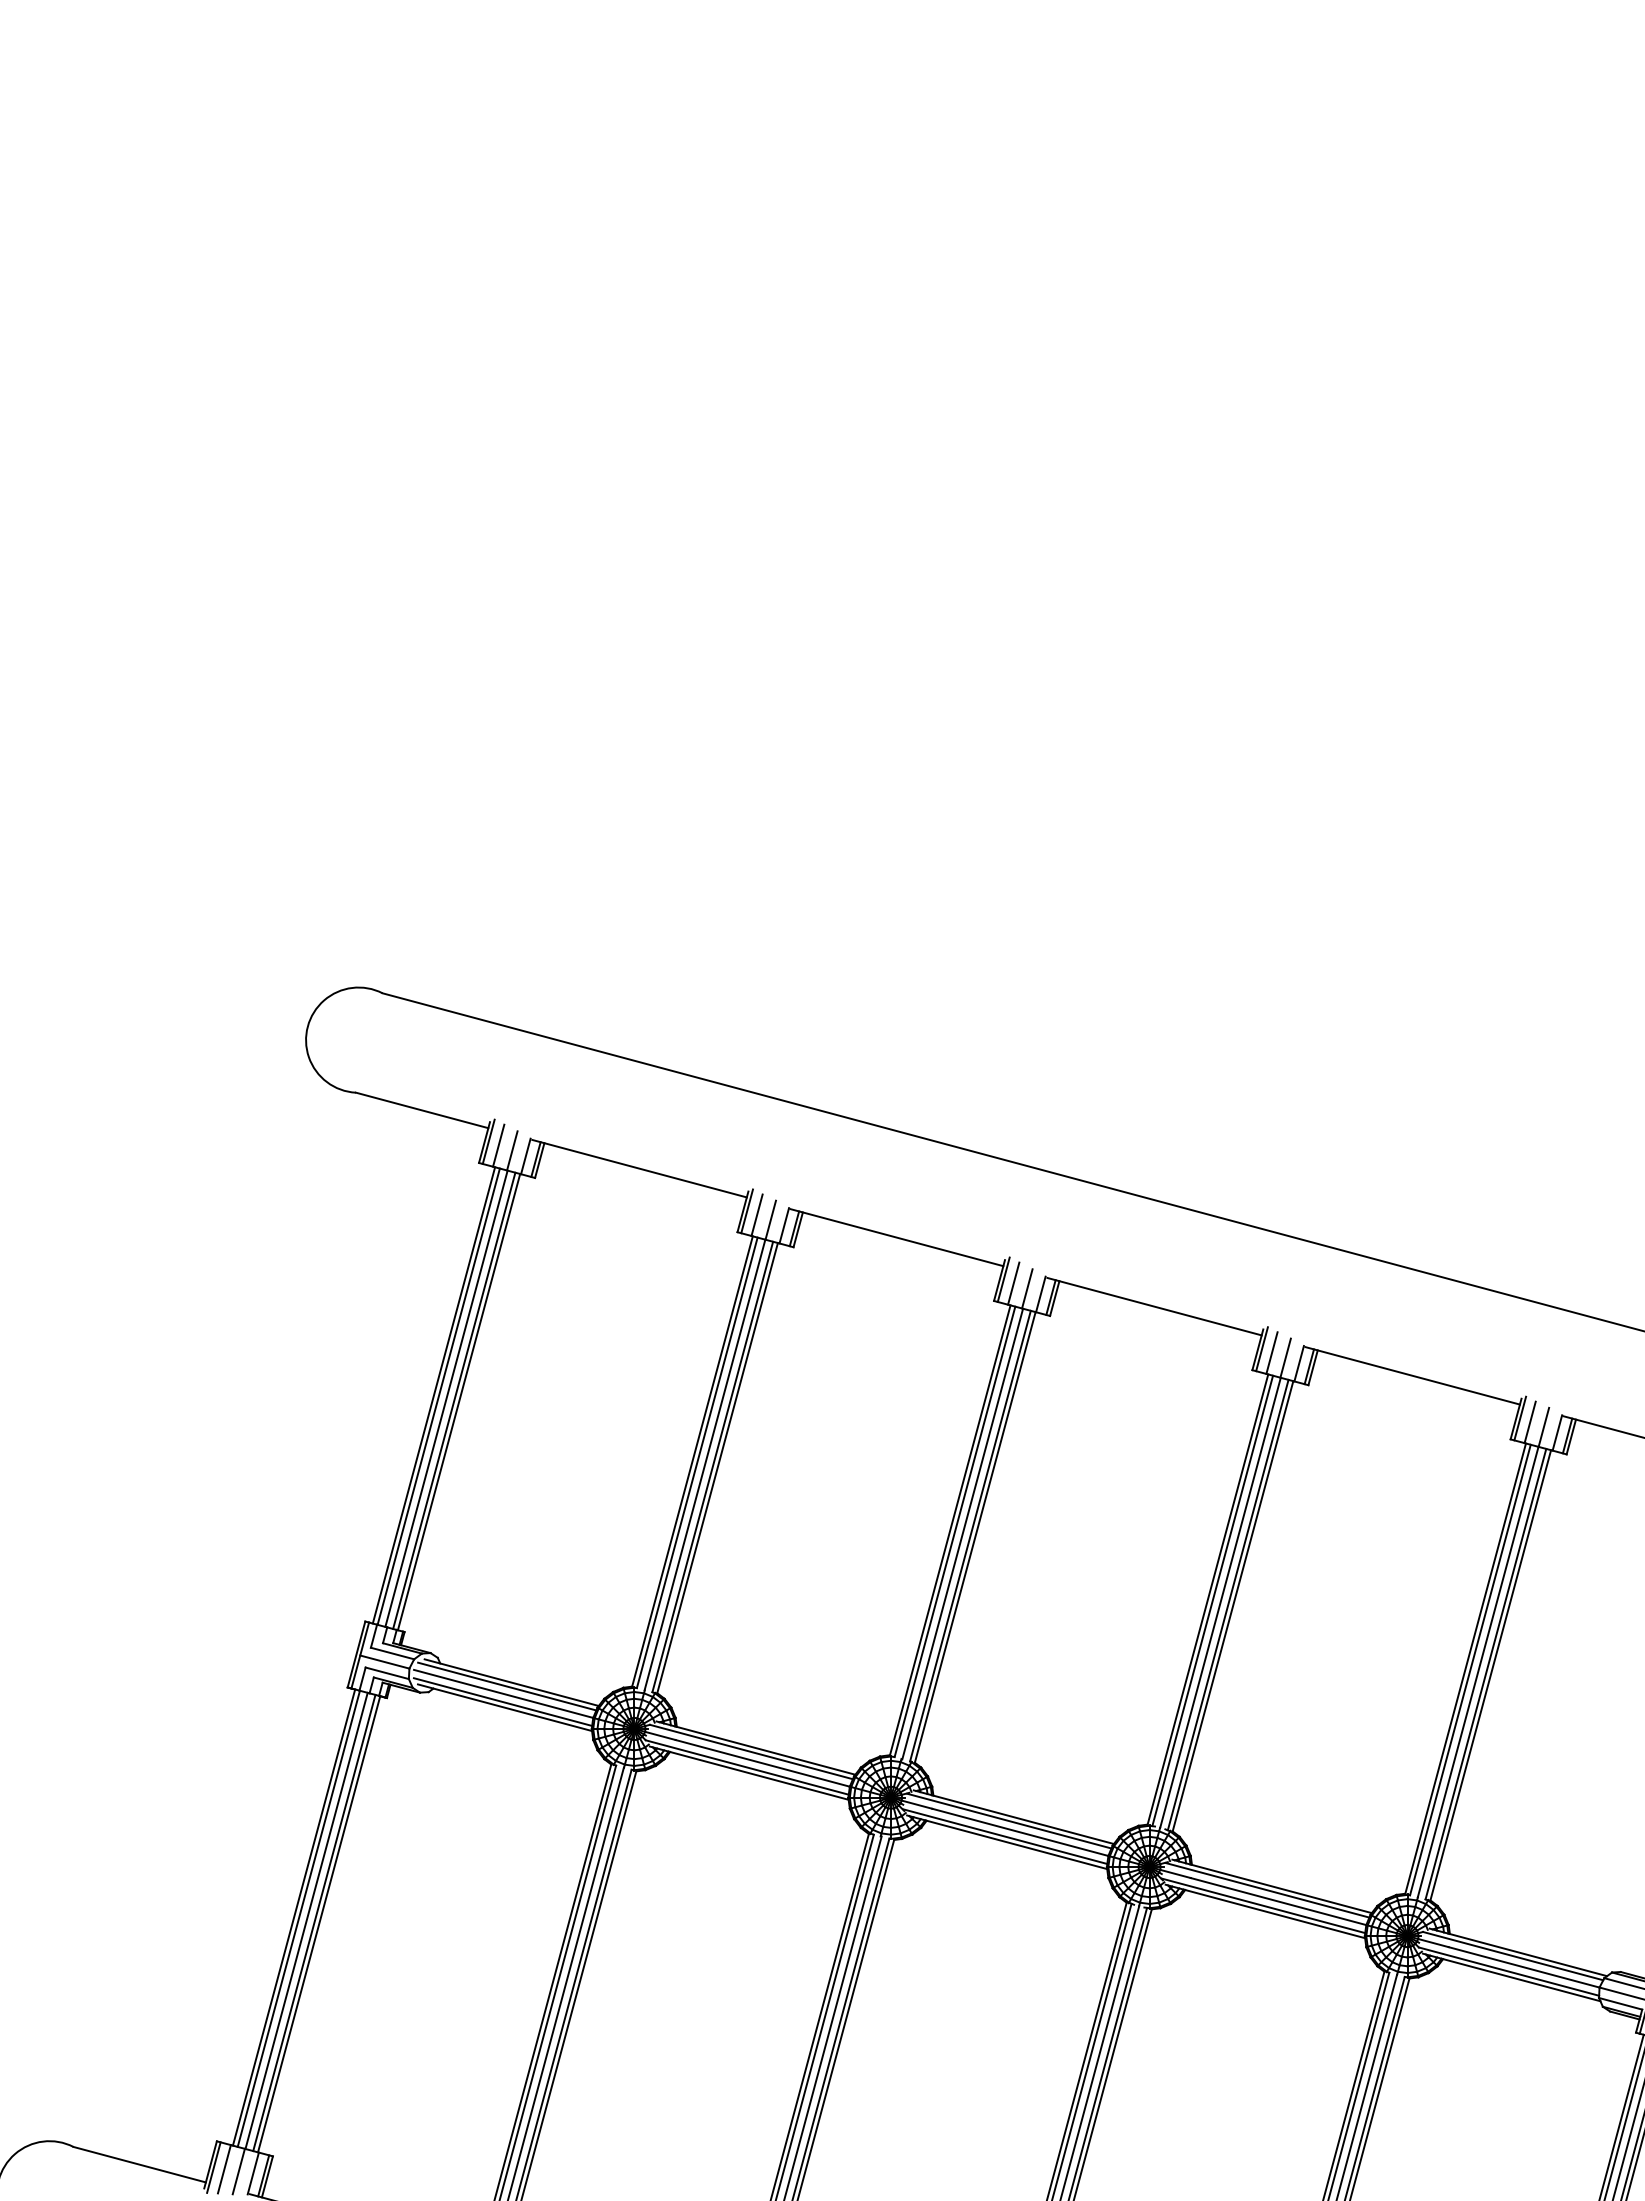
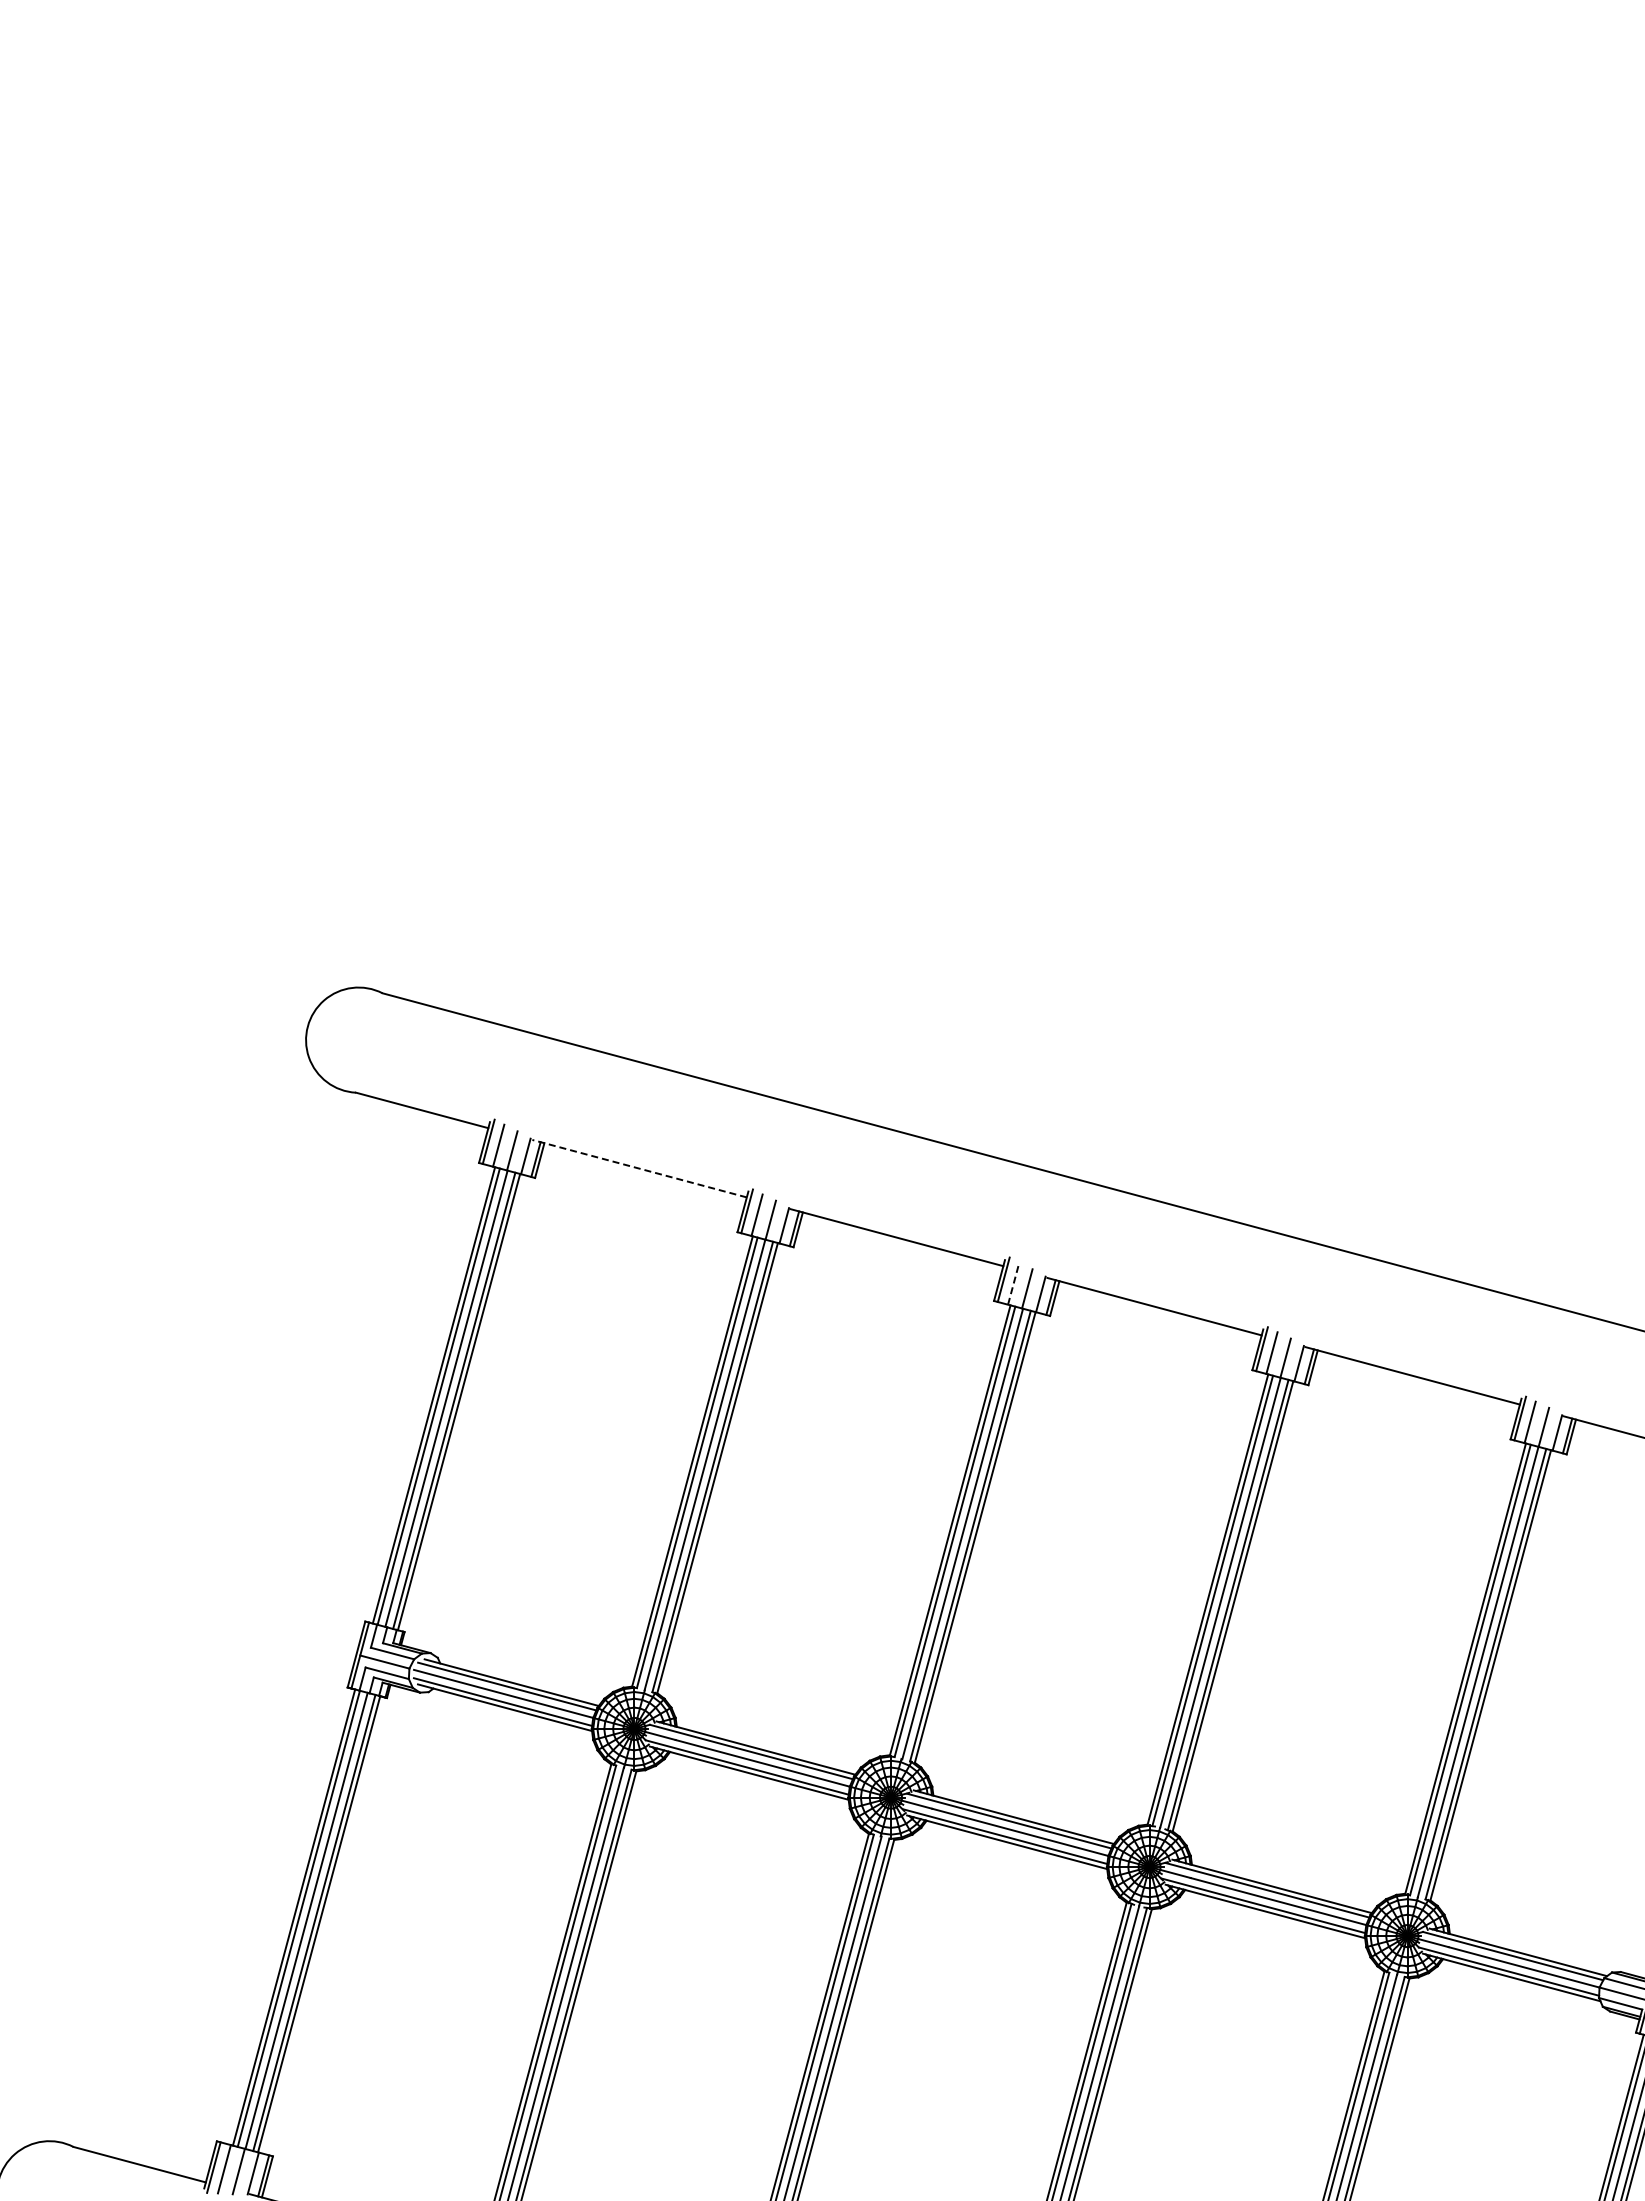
line at (639, 1168): solid -> dashed
line at (1013, 1283): solid -> dashed
